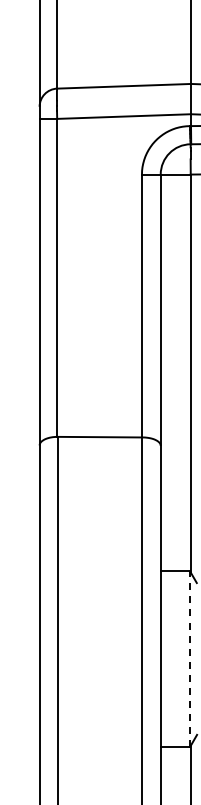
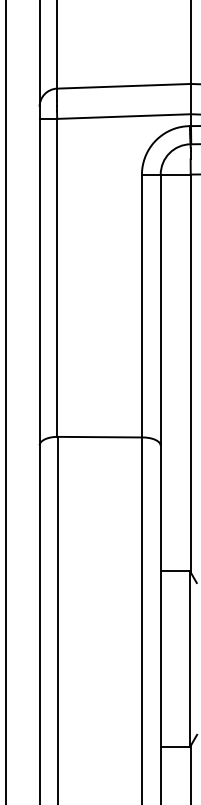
line at (6, 401): none -> present
line at (190, 659): dashed -> solid
